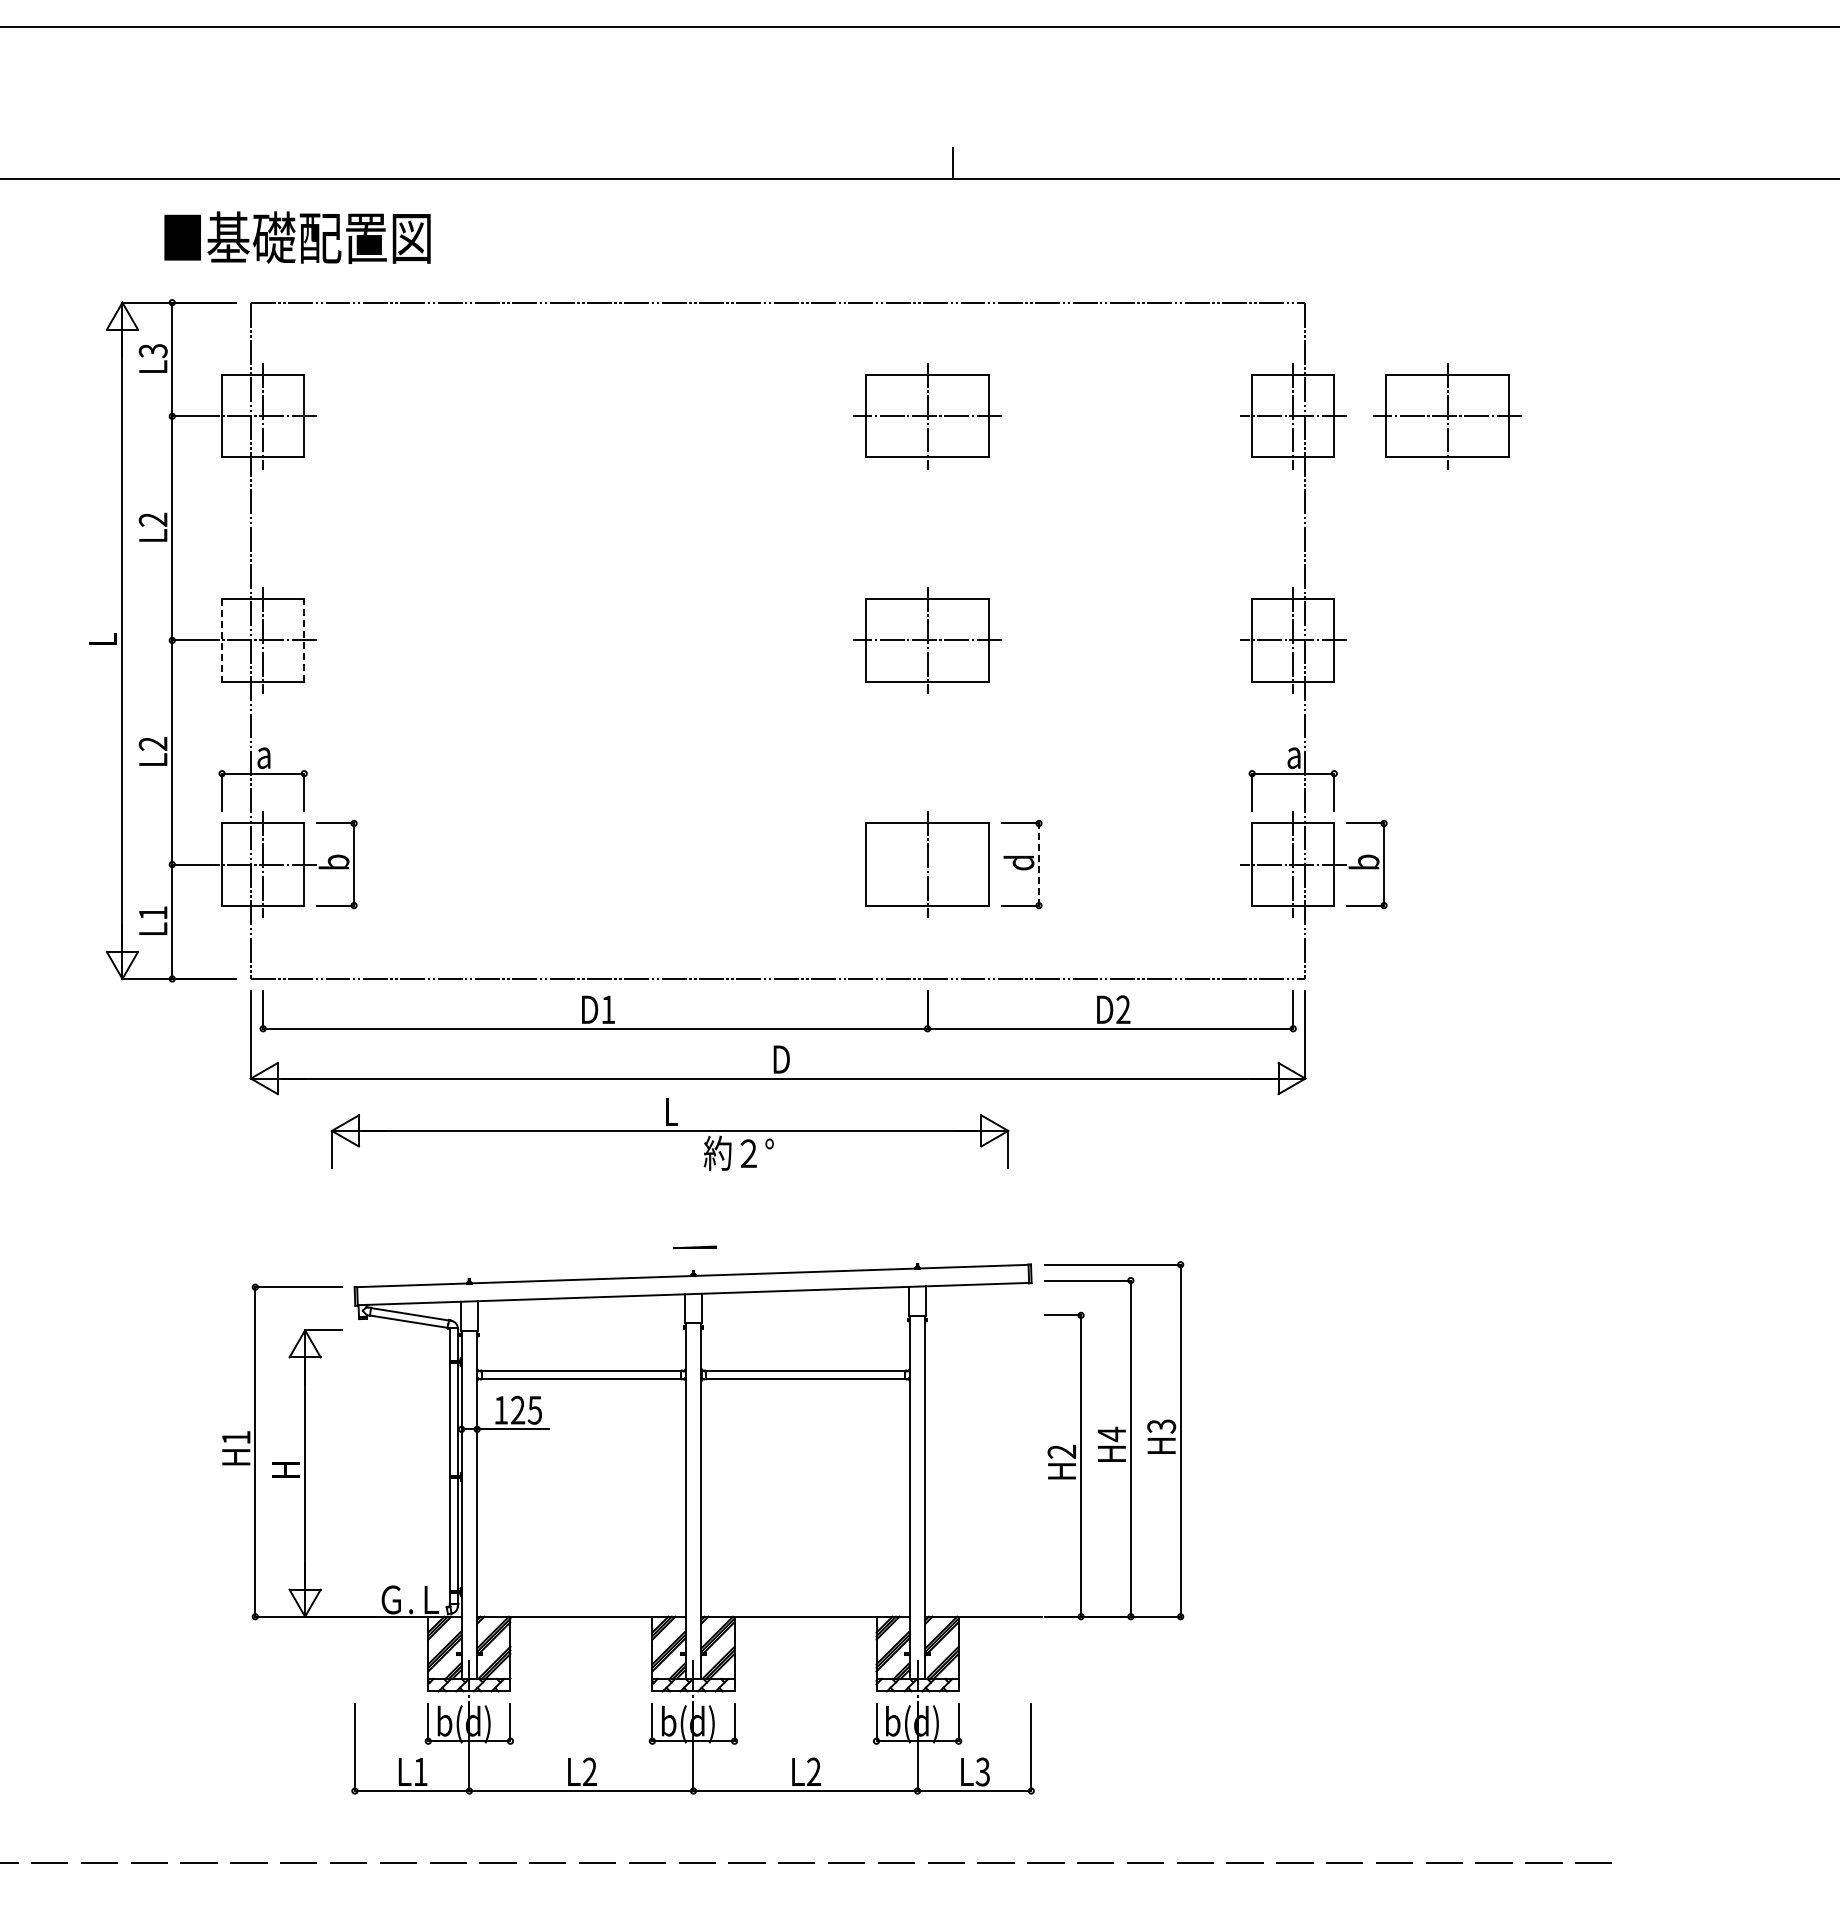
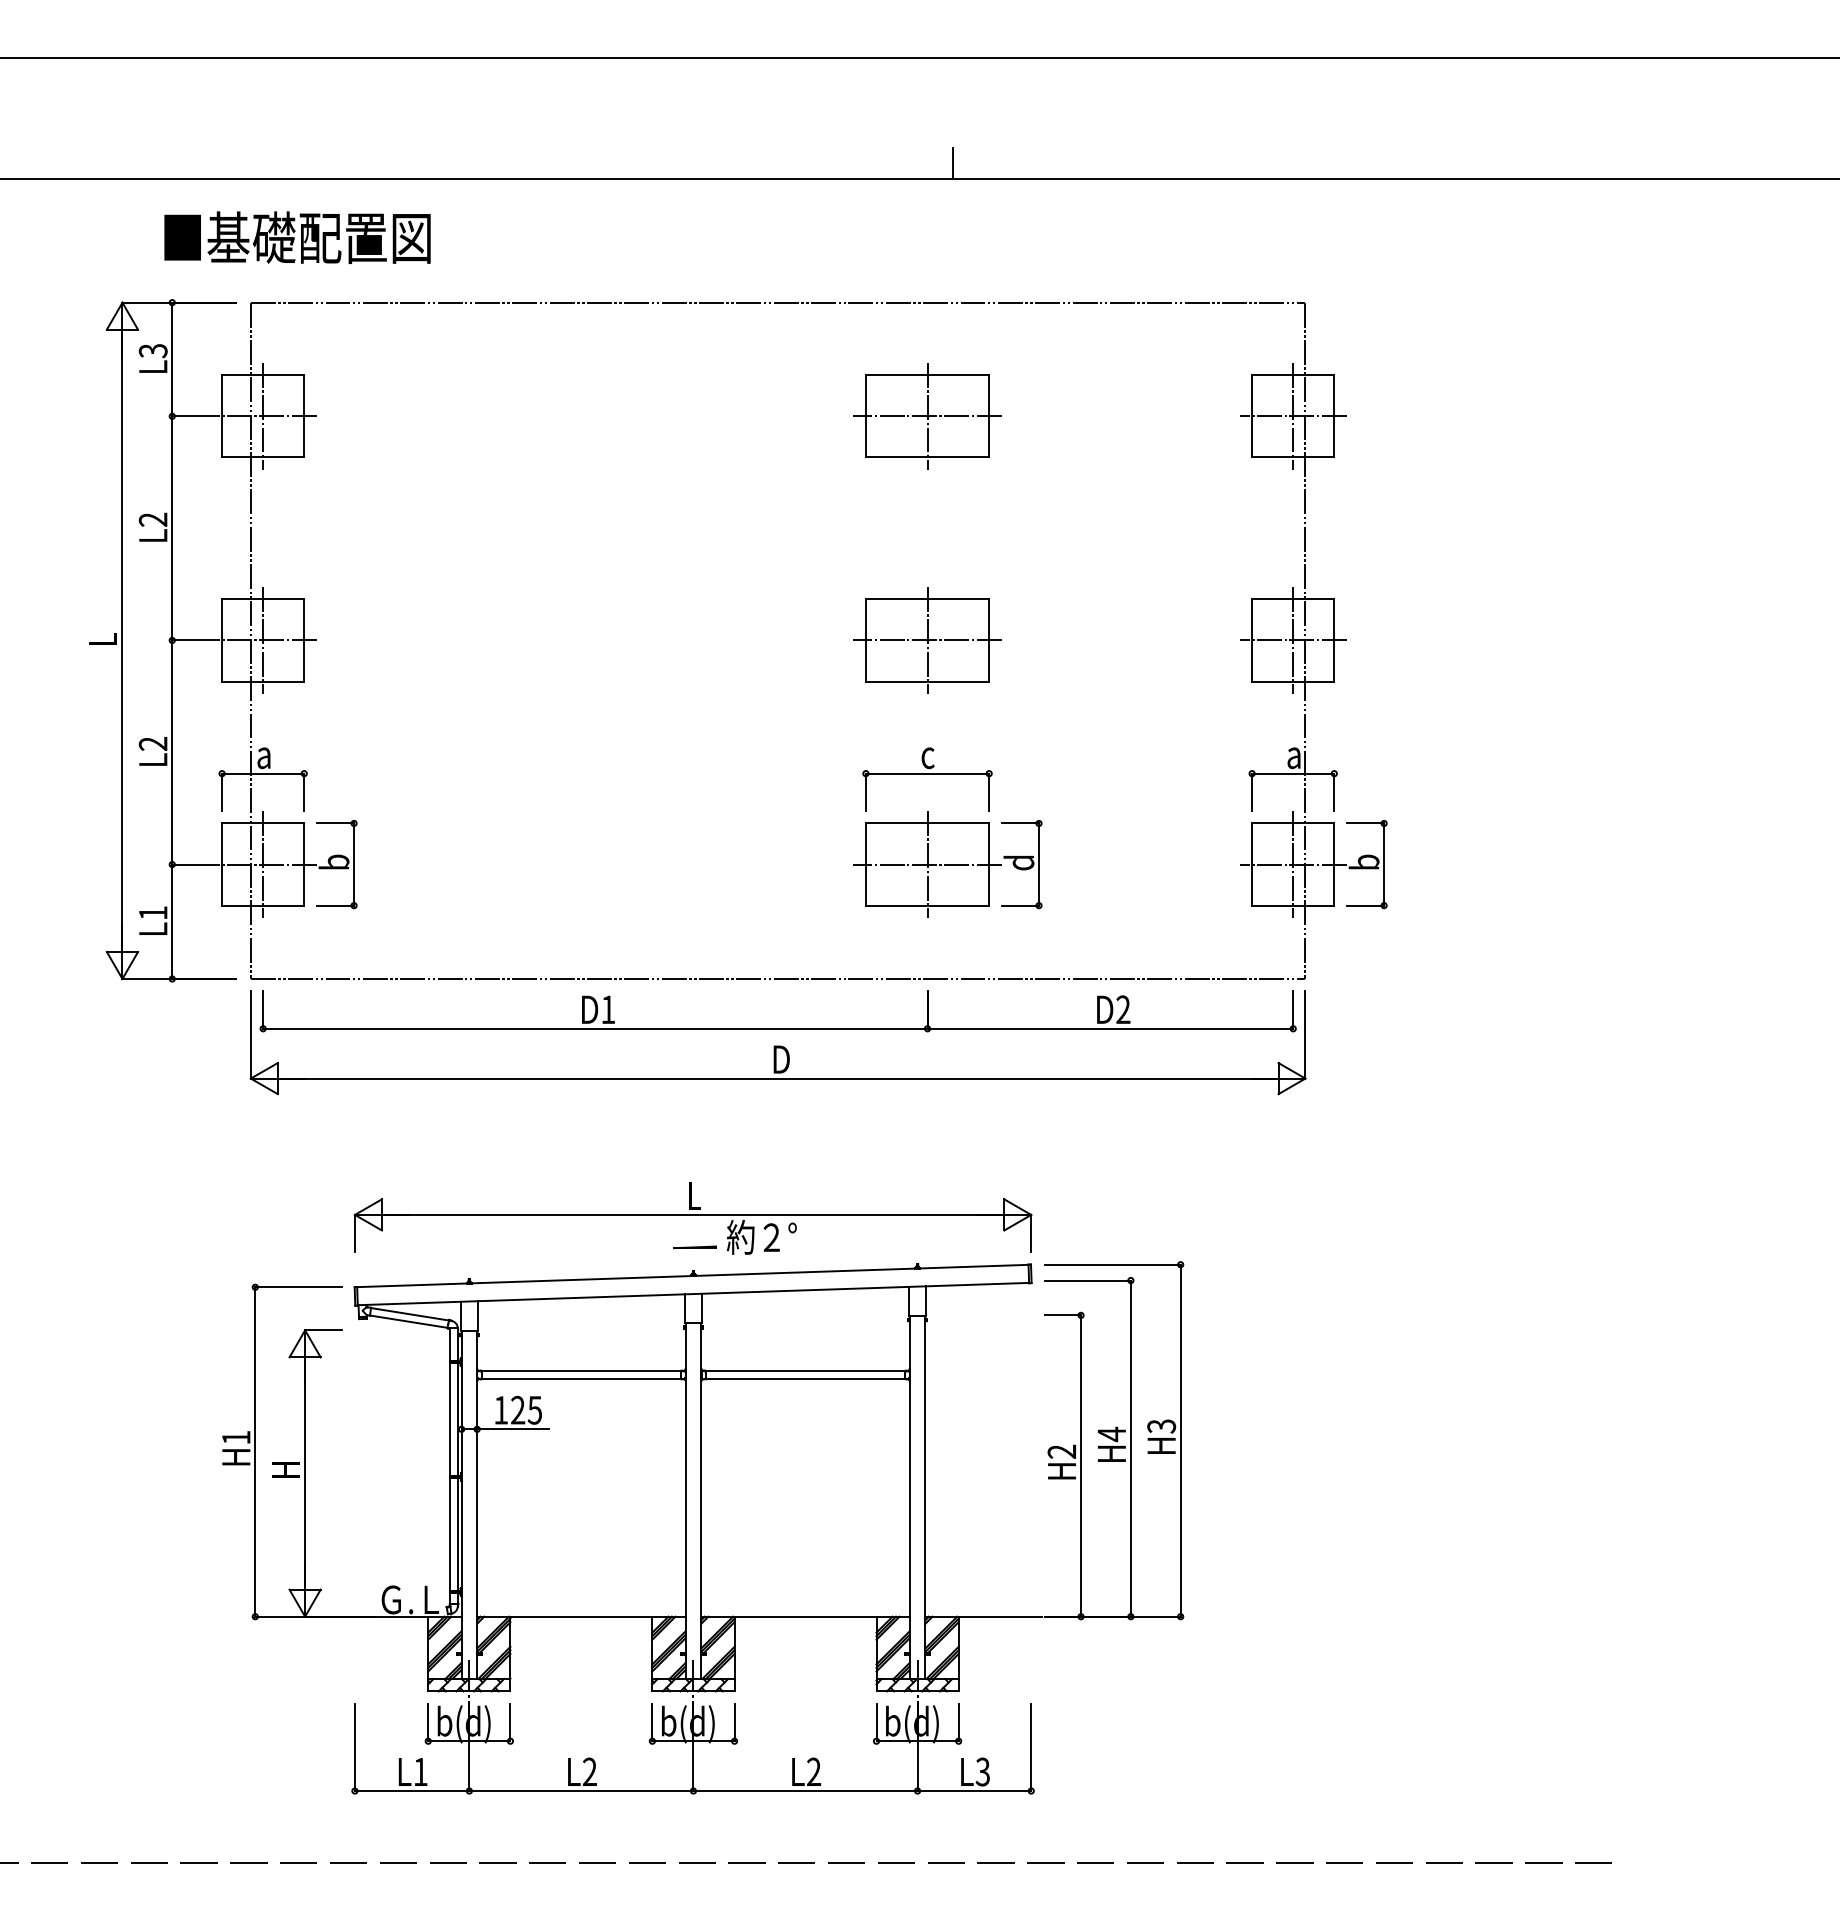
line at (919, 26) position: (919, 26) -> (919, 57)
part at (1447, 416): present -> none
line at (304, 639): dashed -> solid
line at (222, 640): dashed -> solid
part at (927, 779): none -> present
line at (927, 864): none -> present
line at (1038, 864): dashed -> solid
part at (669, 1134) position: (669, 1134) -> (692, 1218)
